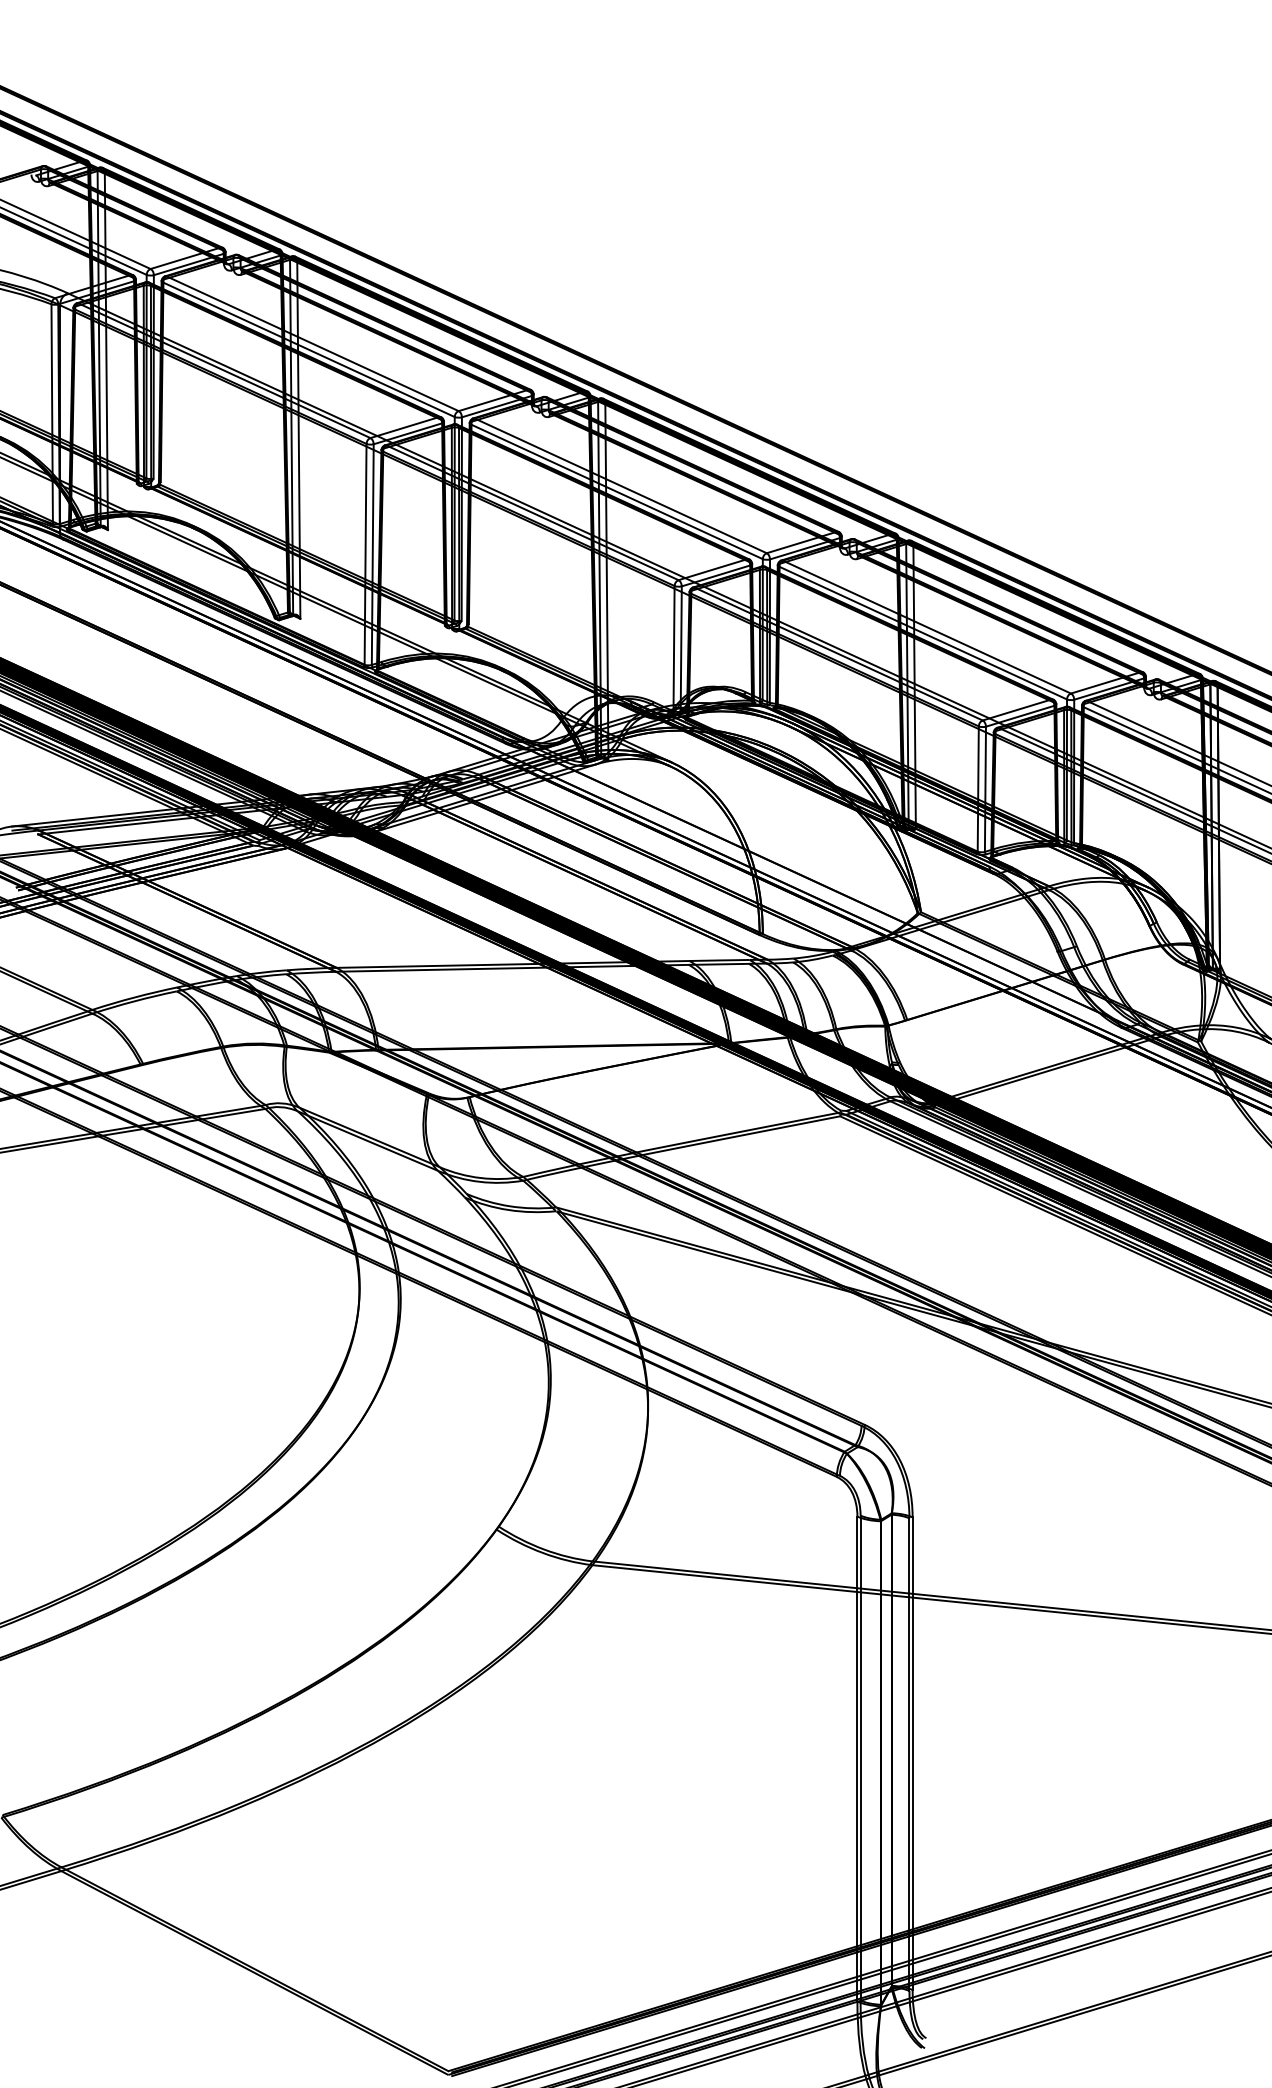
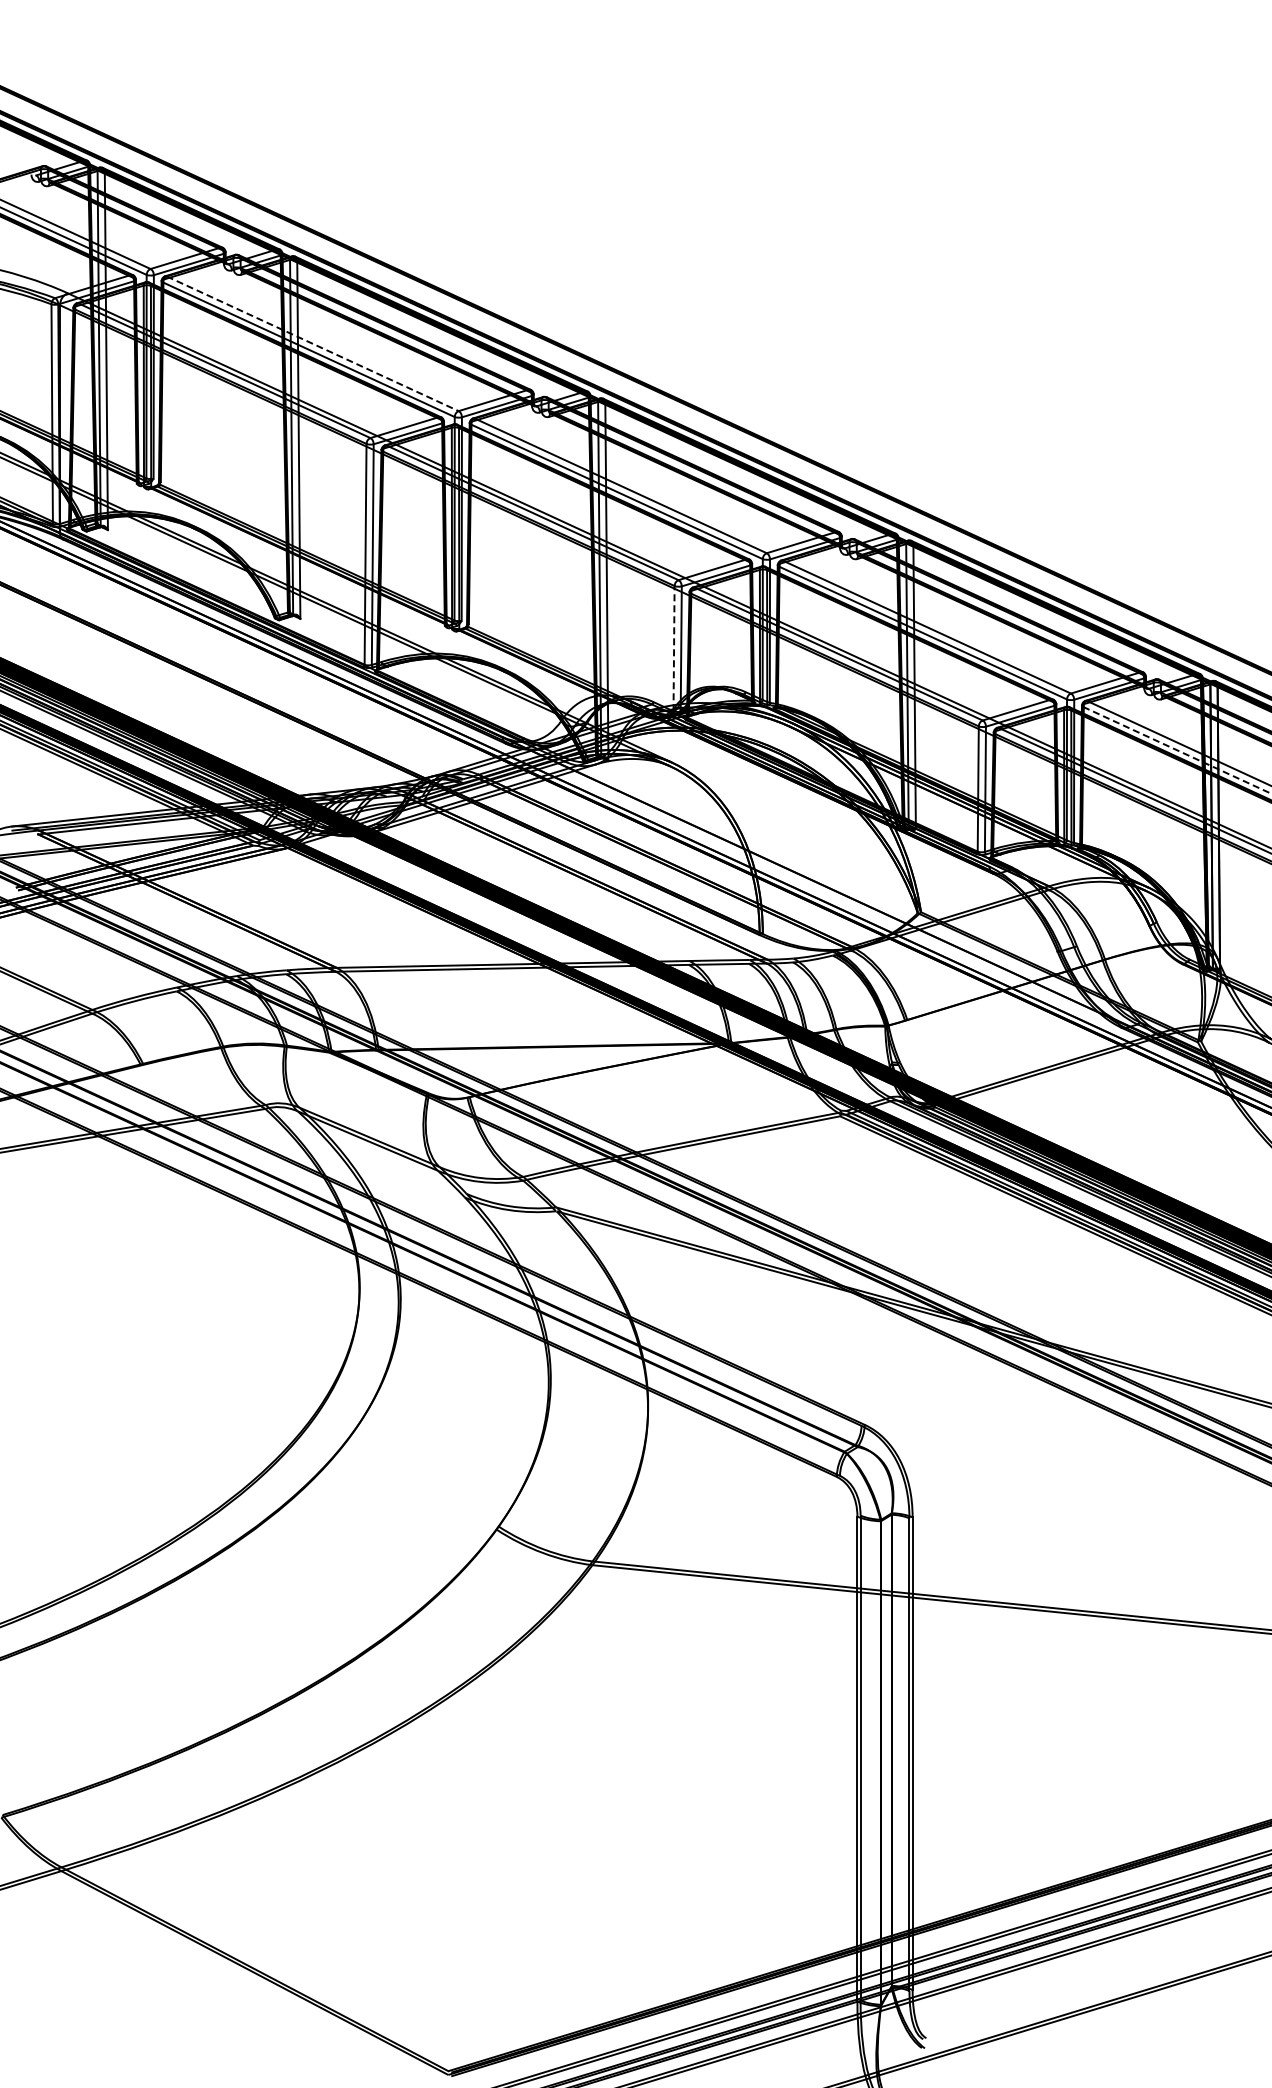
line at (312, 343): solid -> dashed
line at (674, 648): solid -> dashed
line at (1177, 750): solid -> dashed
